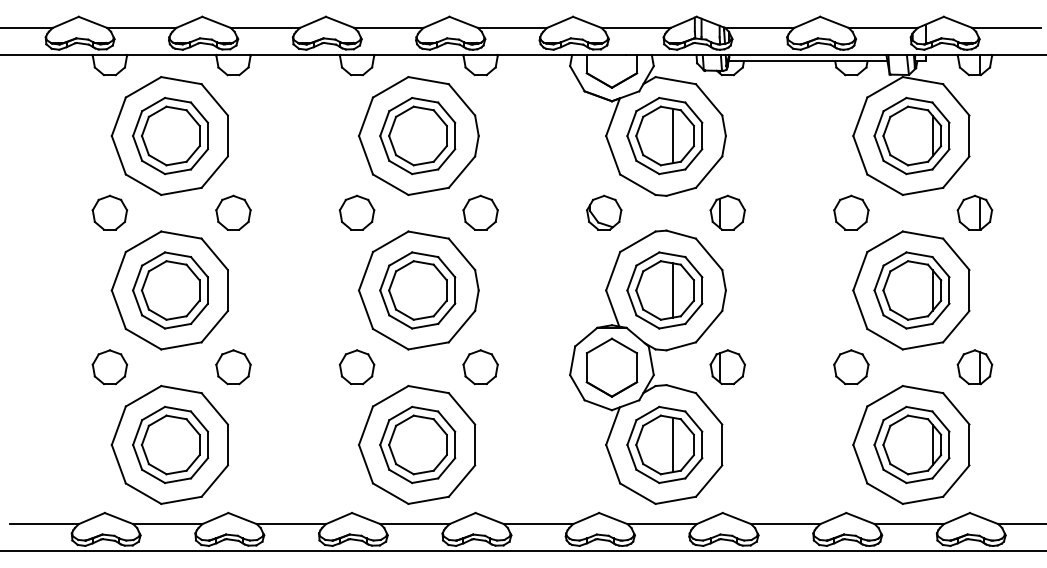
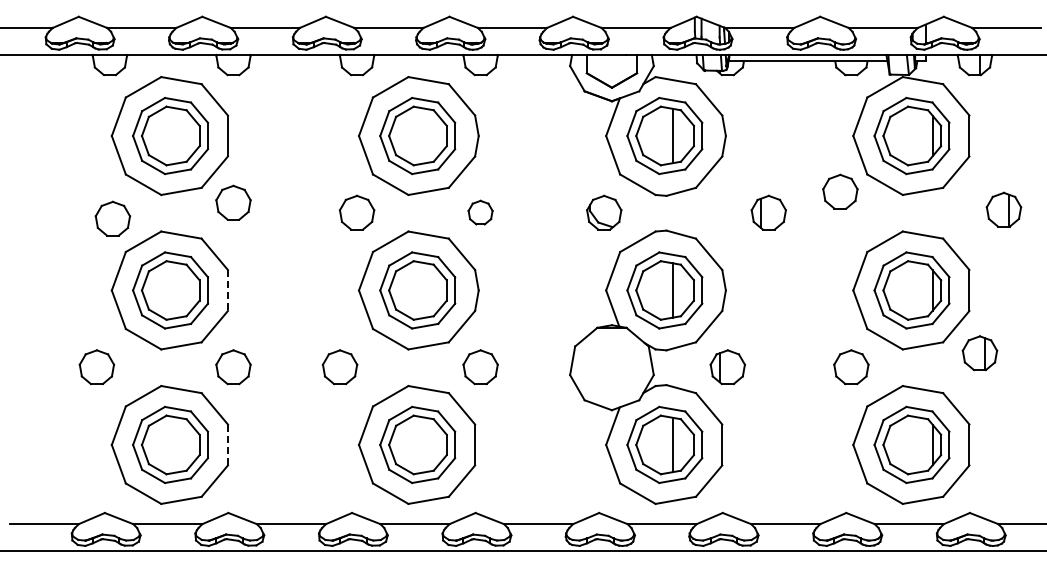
part at (109, 212) position: (109, 212) -> (112, 218)
part at (233, 212) position: (233, 212) -> (233, 202)
part at (480, 212) size: 37x37 px -> 27x27 px
part at (727, 212) position: (727, 212) -> (768, 212)
part at (851, 212) position: (851, 212) -> (840, 191)
part at (974, 212) position: (974, 212) -> (1003, 209)
line at (227, 291): solid -> dashed
part at (109, 367) position: (109, 367) -> (96, 367)
part at (356, 367) position: (356, 367) -> (339, 367)
part at (611, 367): present -> none
part at (974, 367) position: (974, 367) -> (979, 353)
line at (227, 445): solid -> dashed
